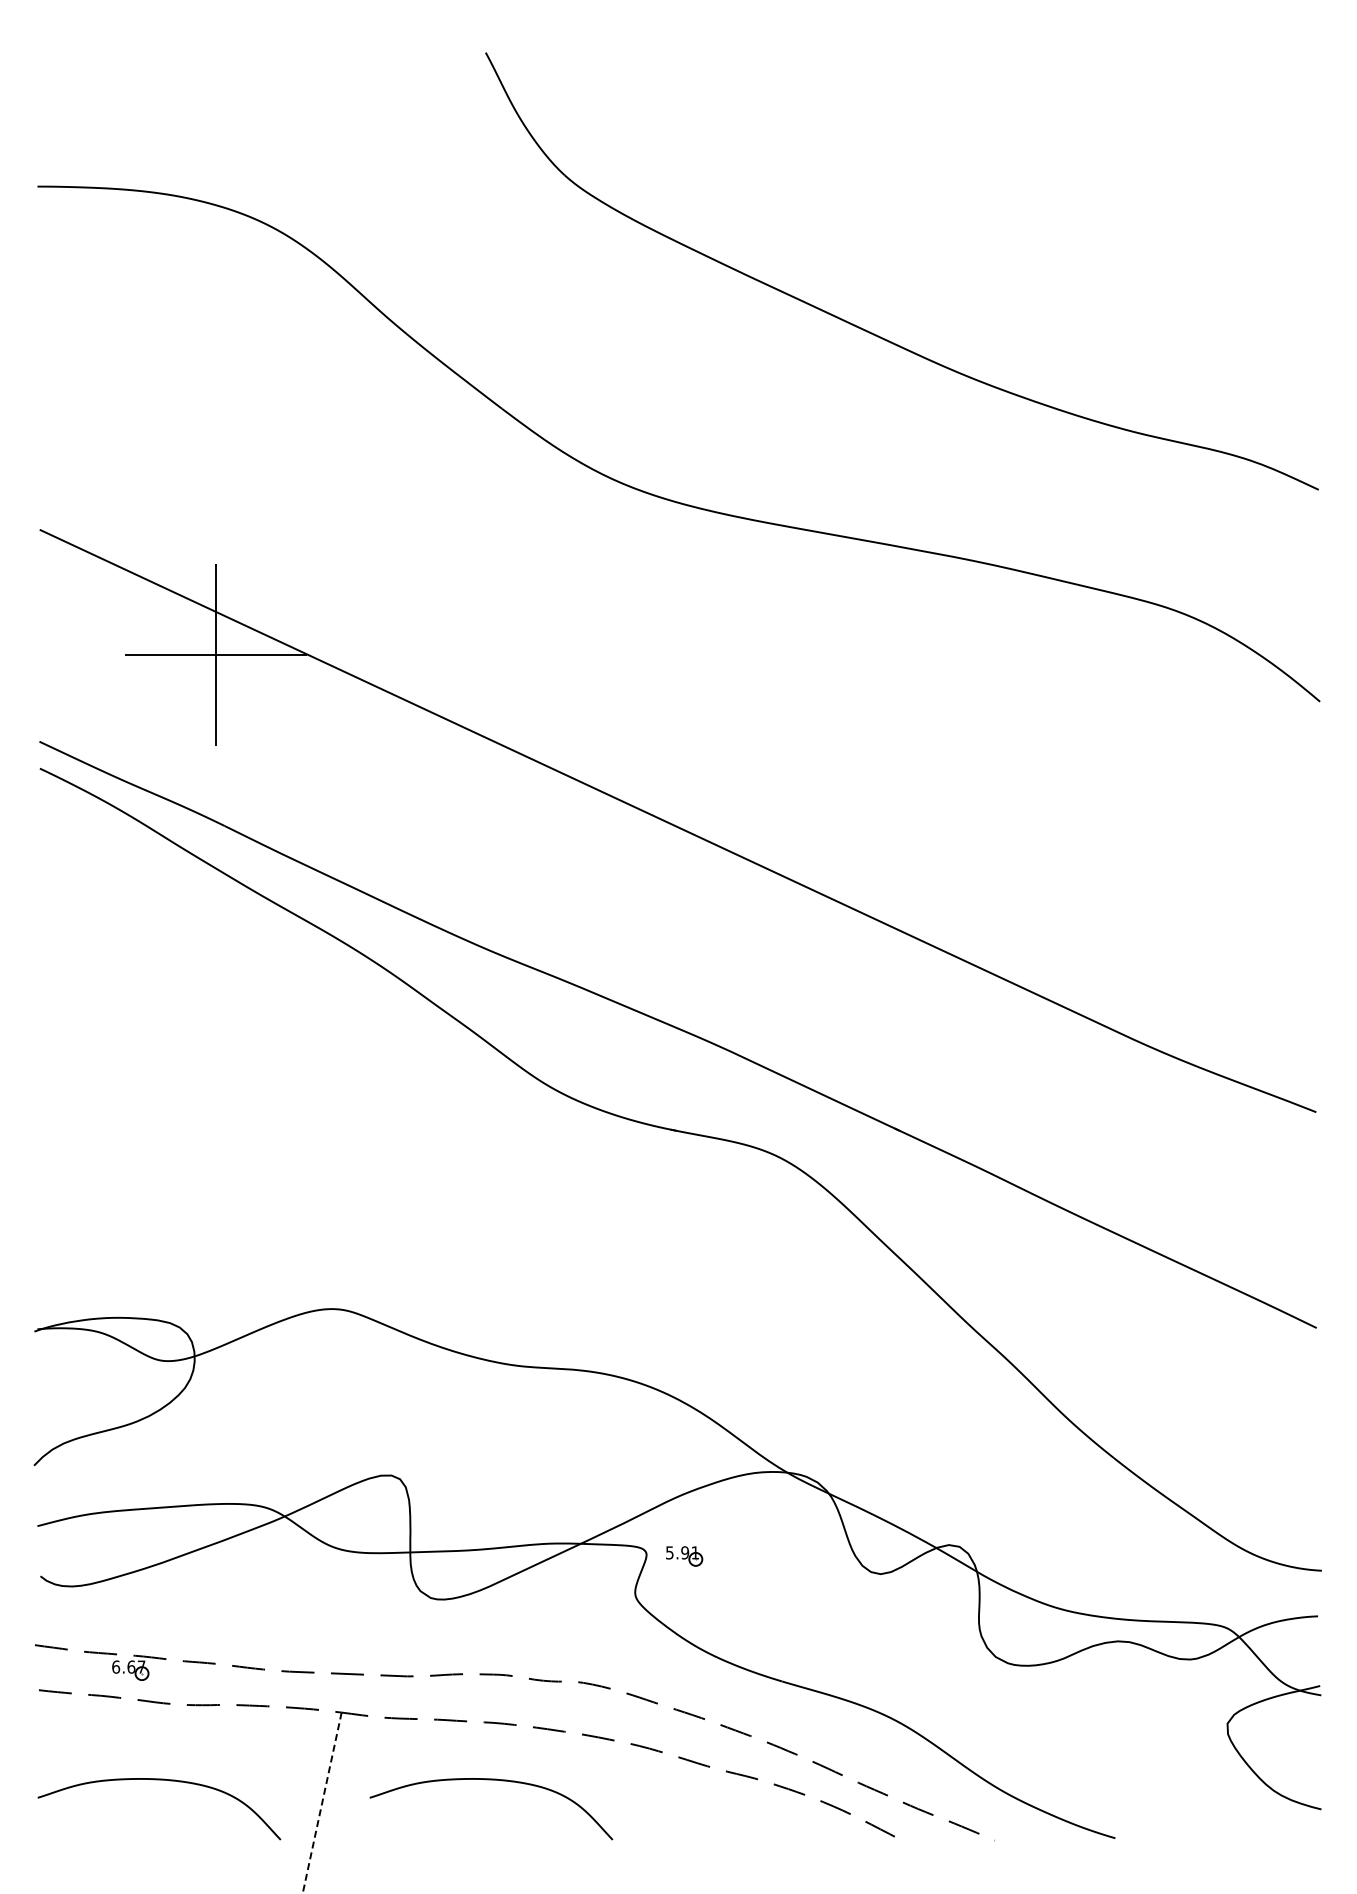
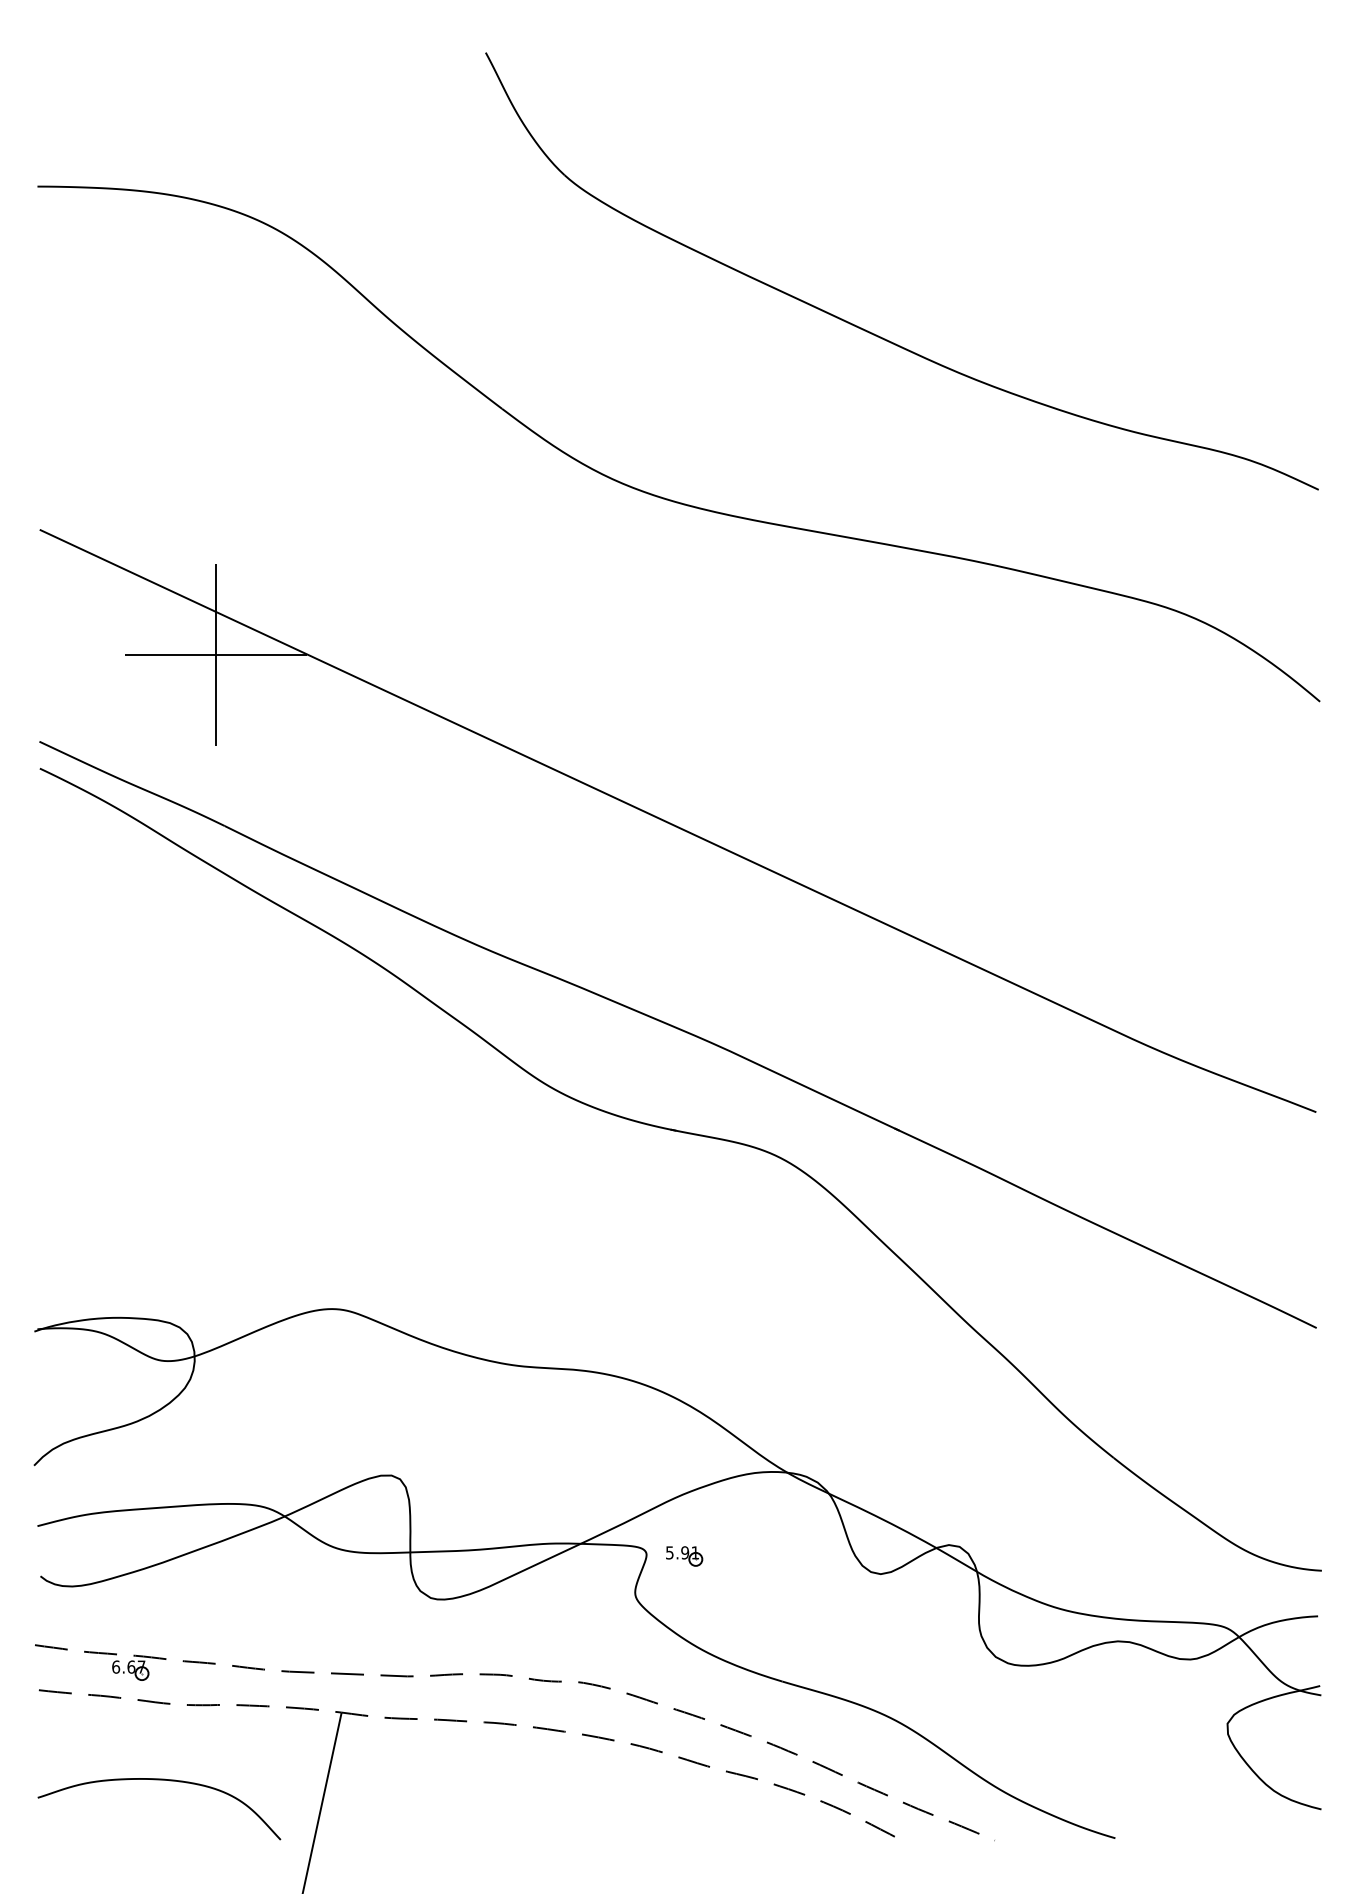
curve at (491, 1780): present -> none
line at (322, 1803): dashed -> solid
